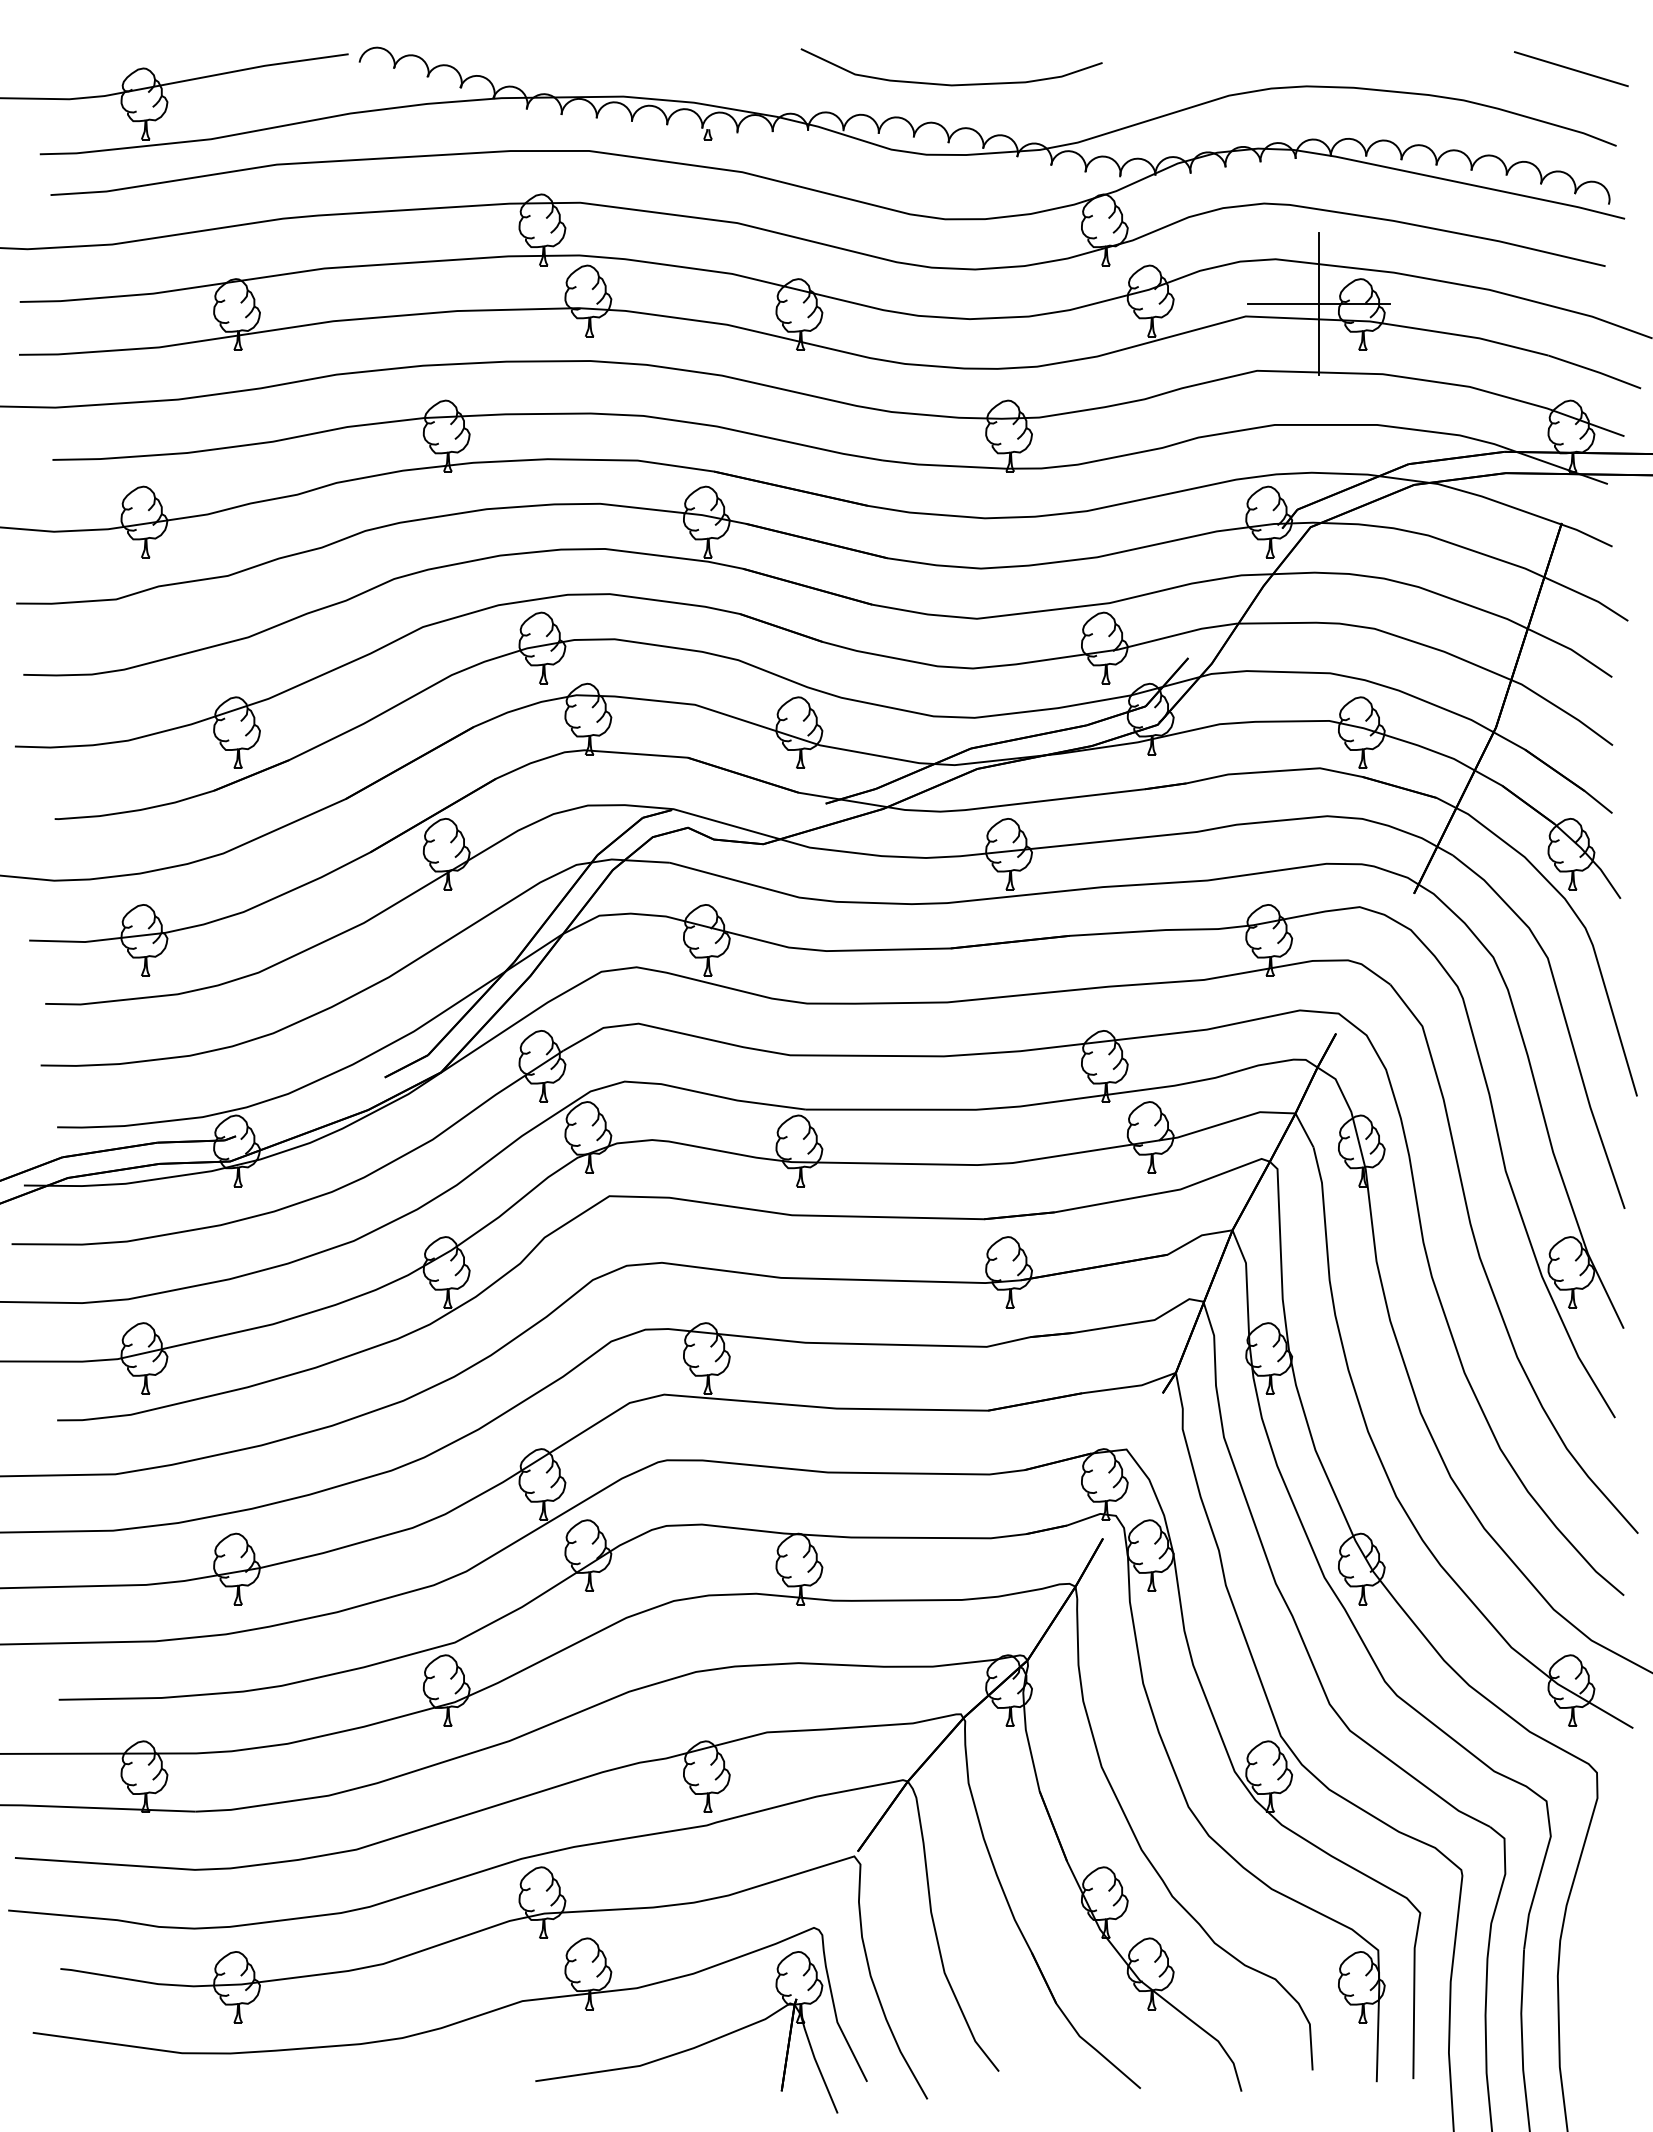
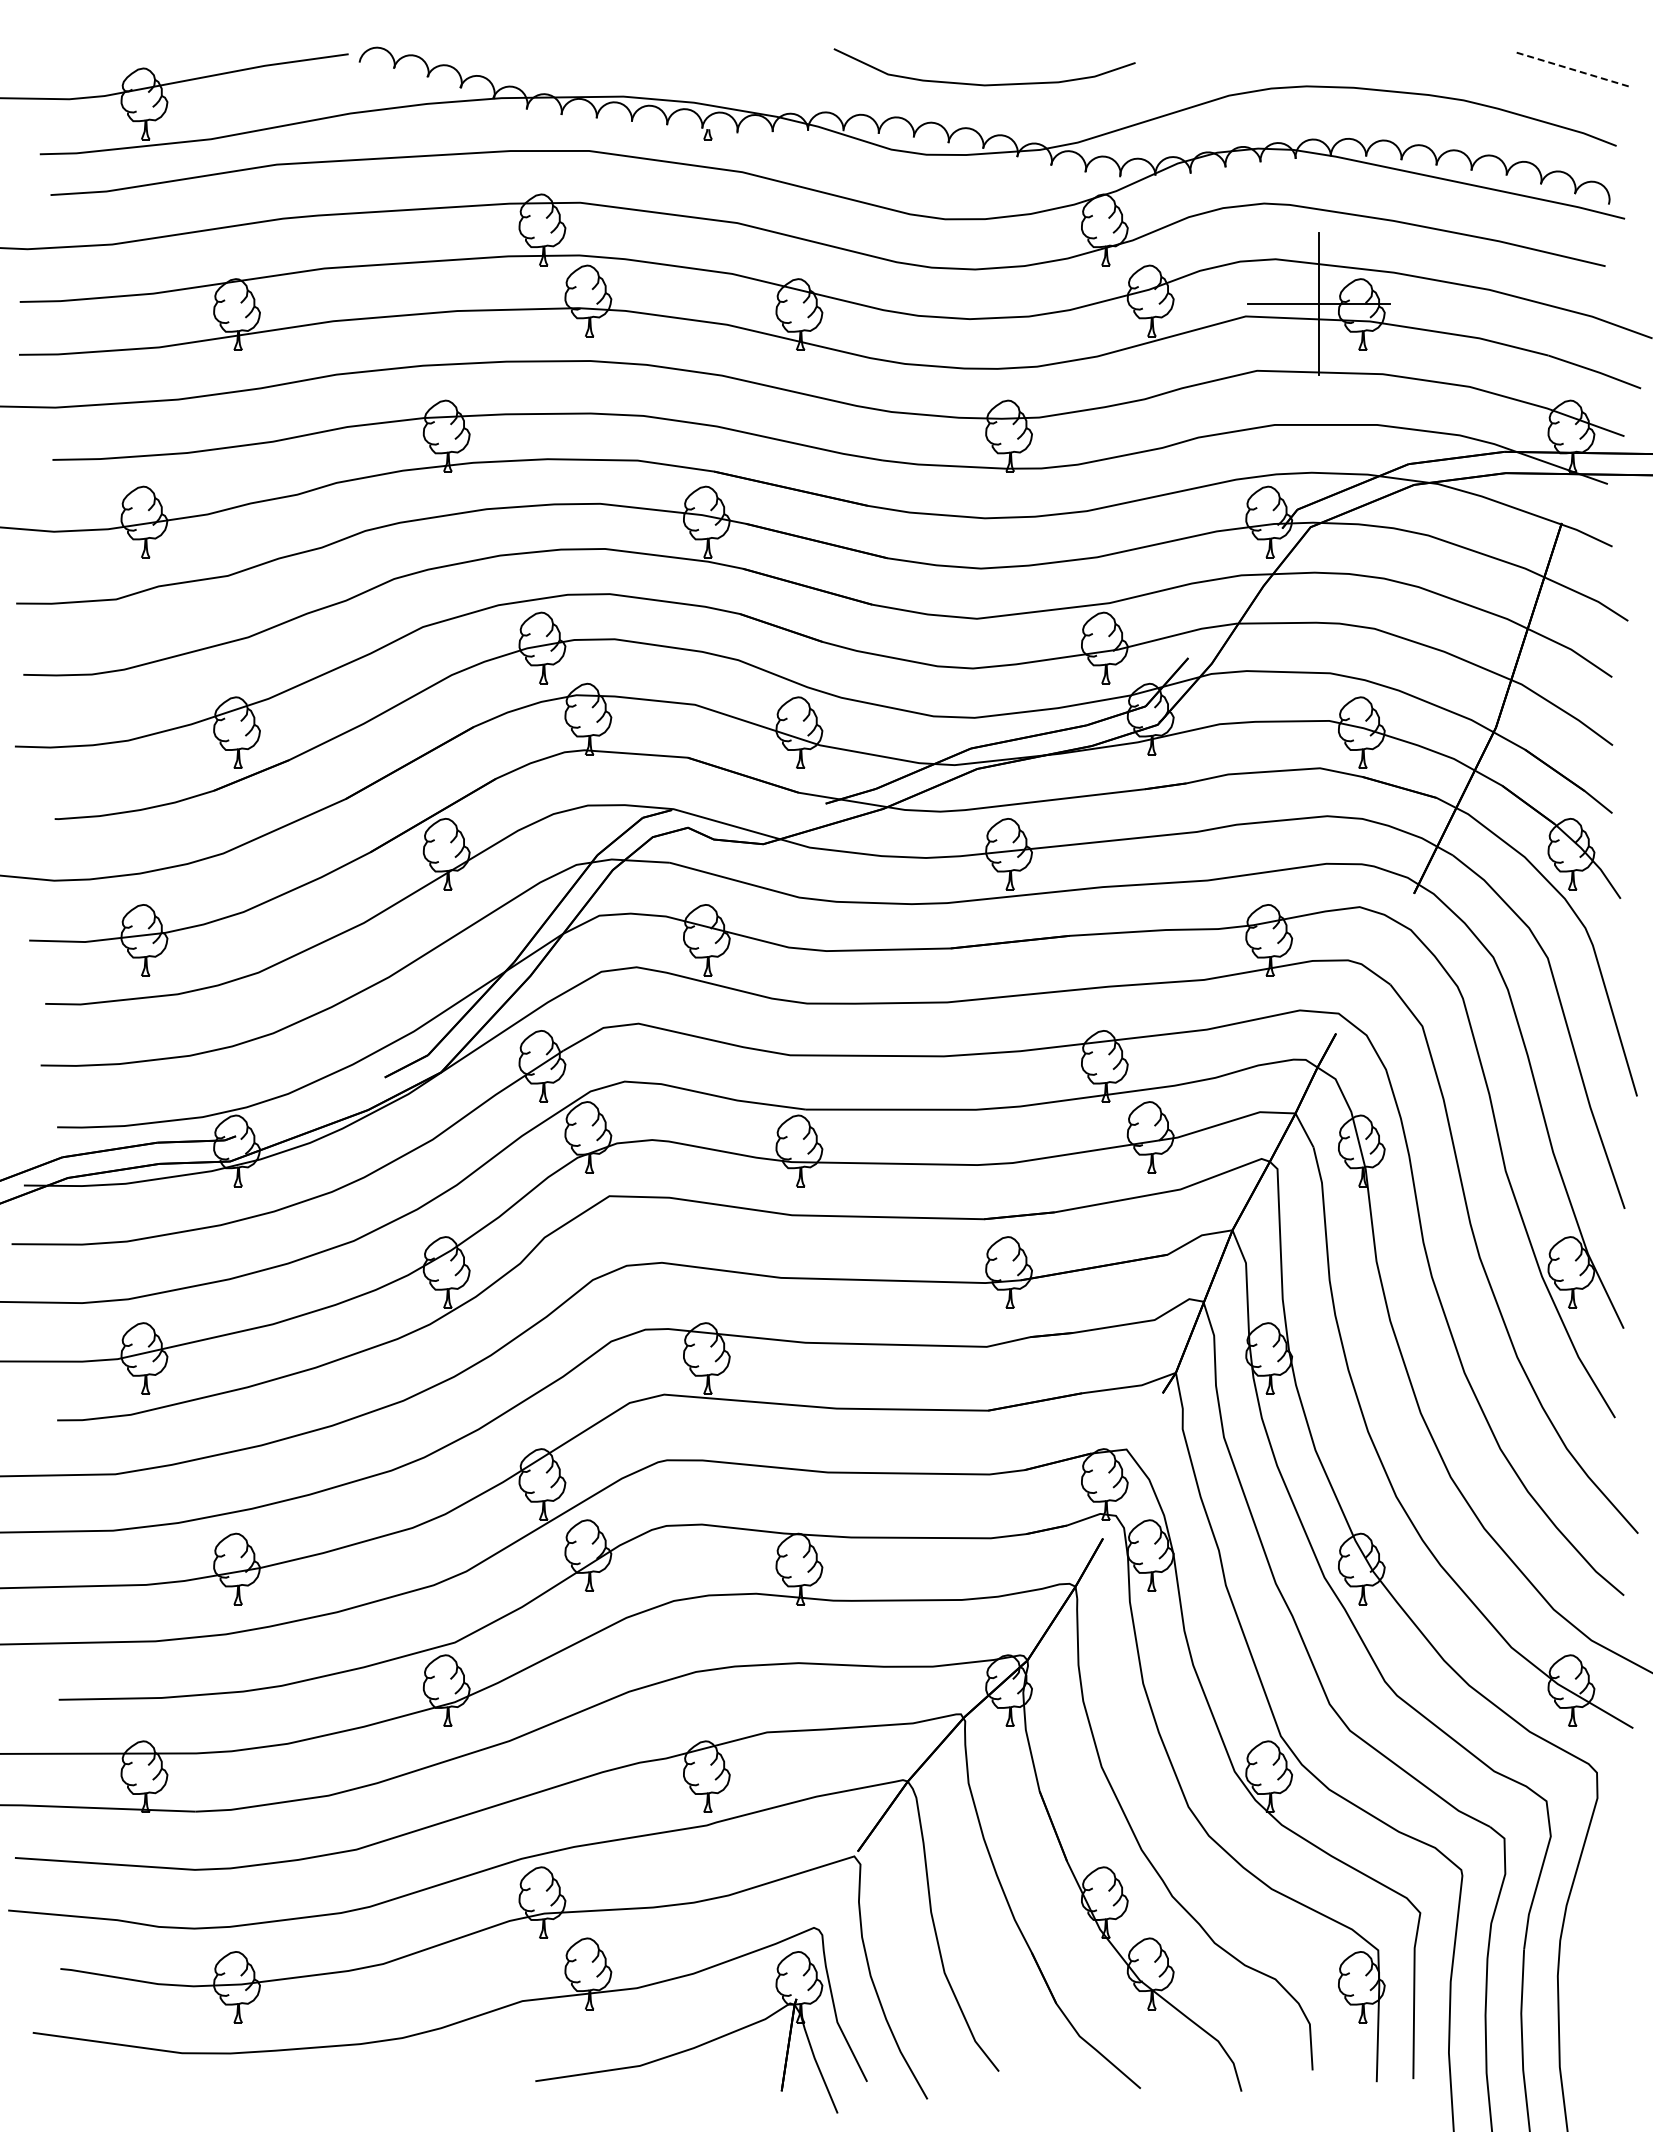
line at (1571, 69): solid -> dashed
curve at (951, 84) position: (951, 84) -> (984, 84)
